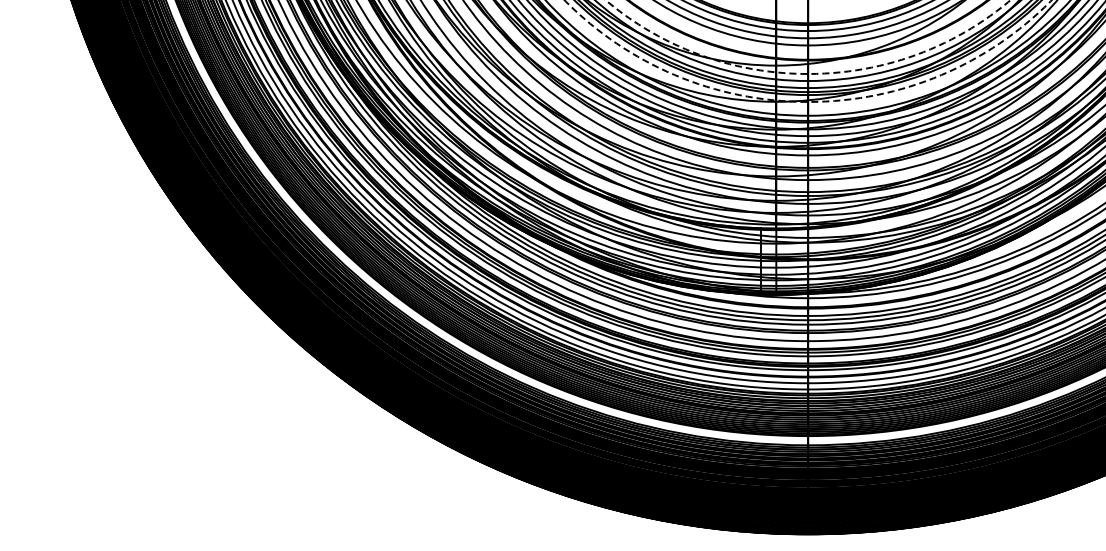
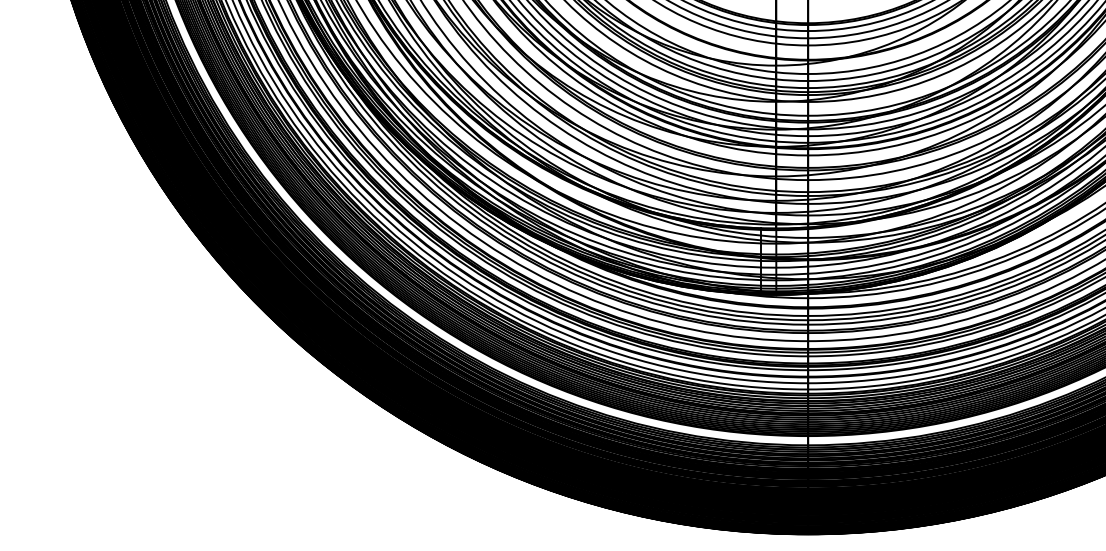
circle at (807, 37): dashed -> solid
circle at (807, 50): dashed -> solid
